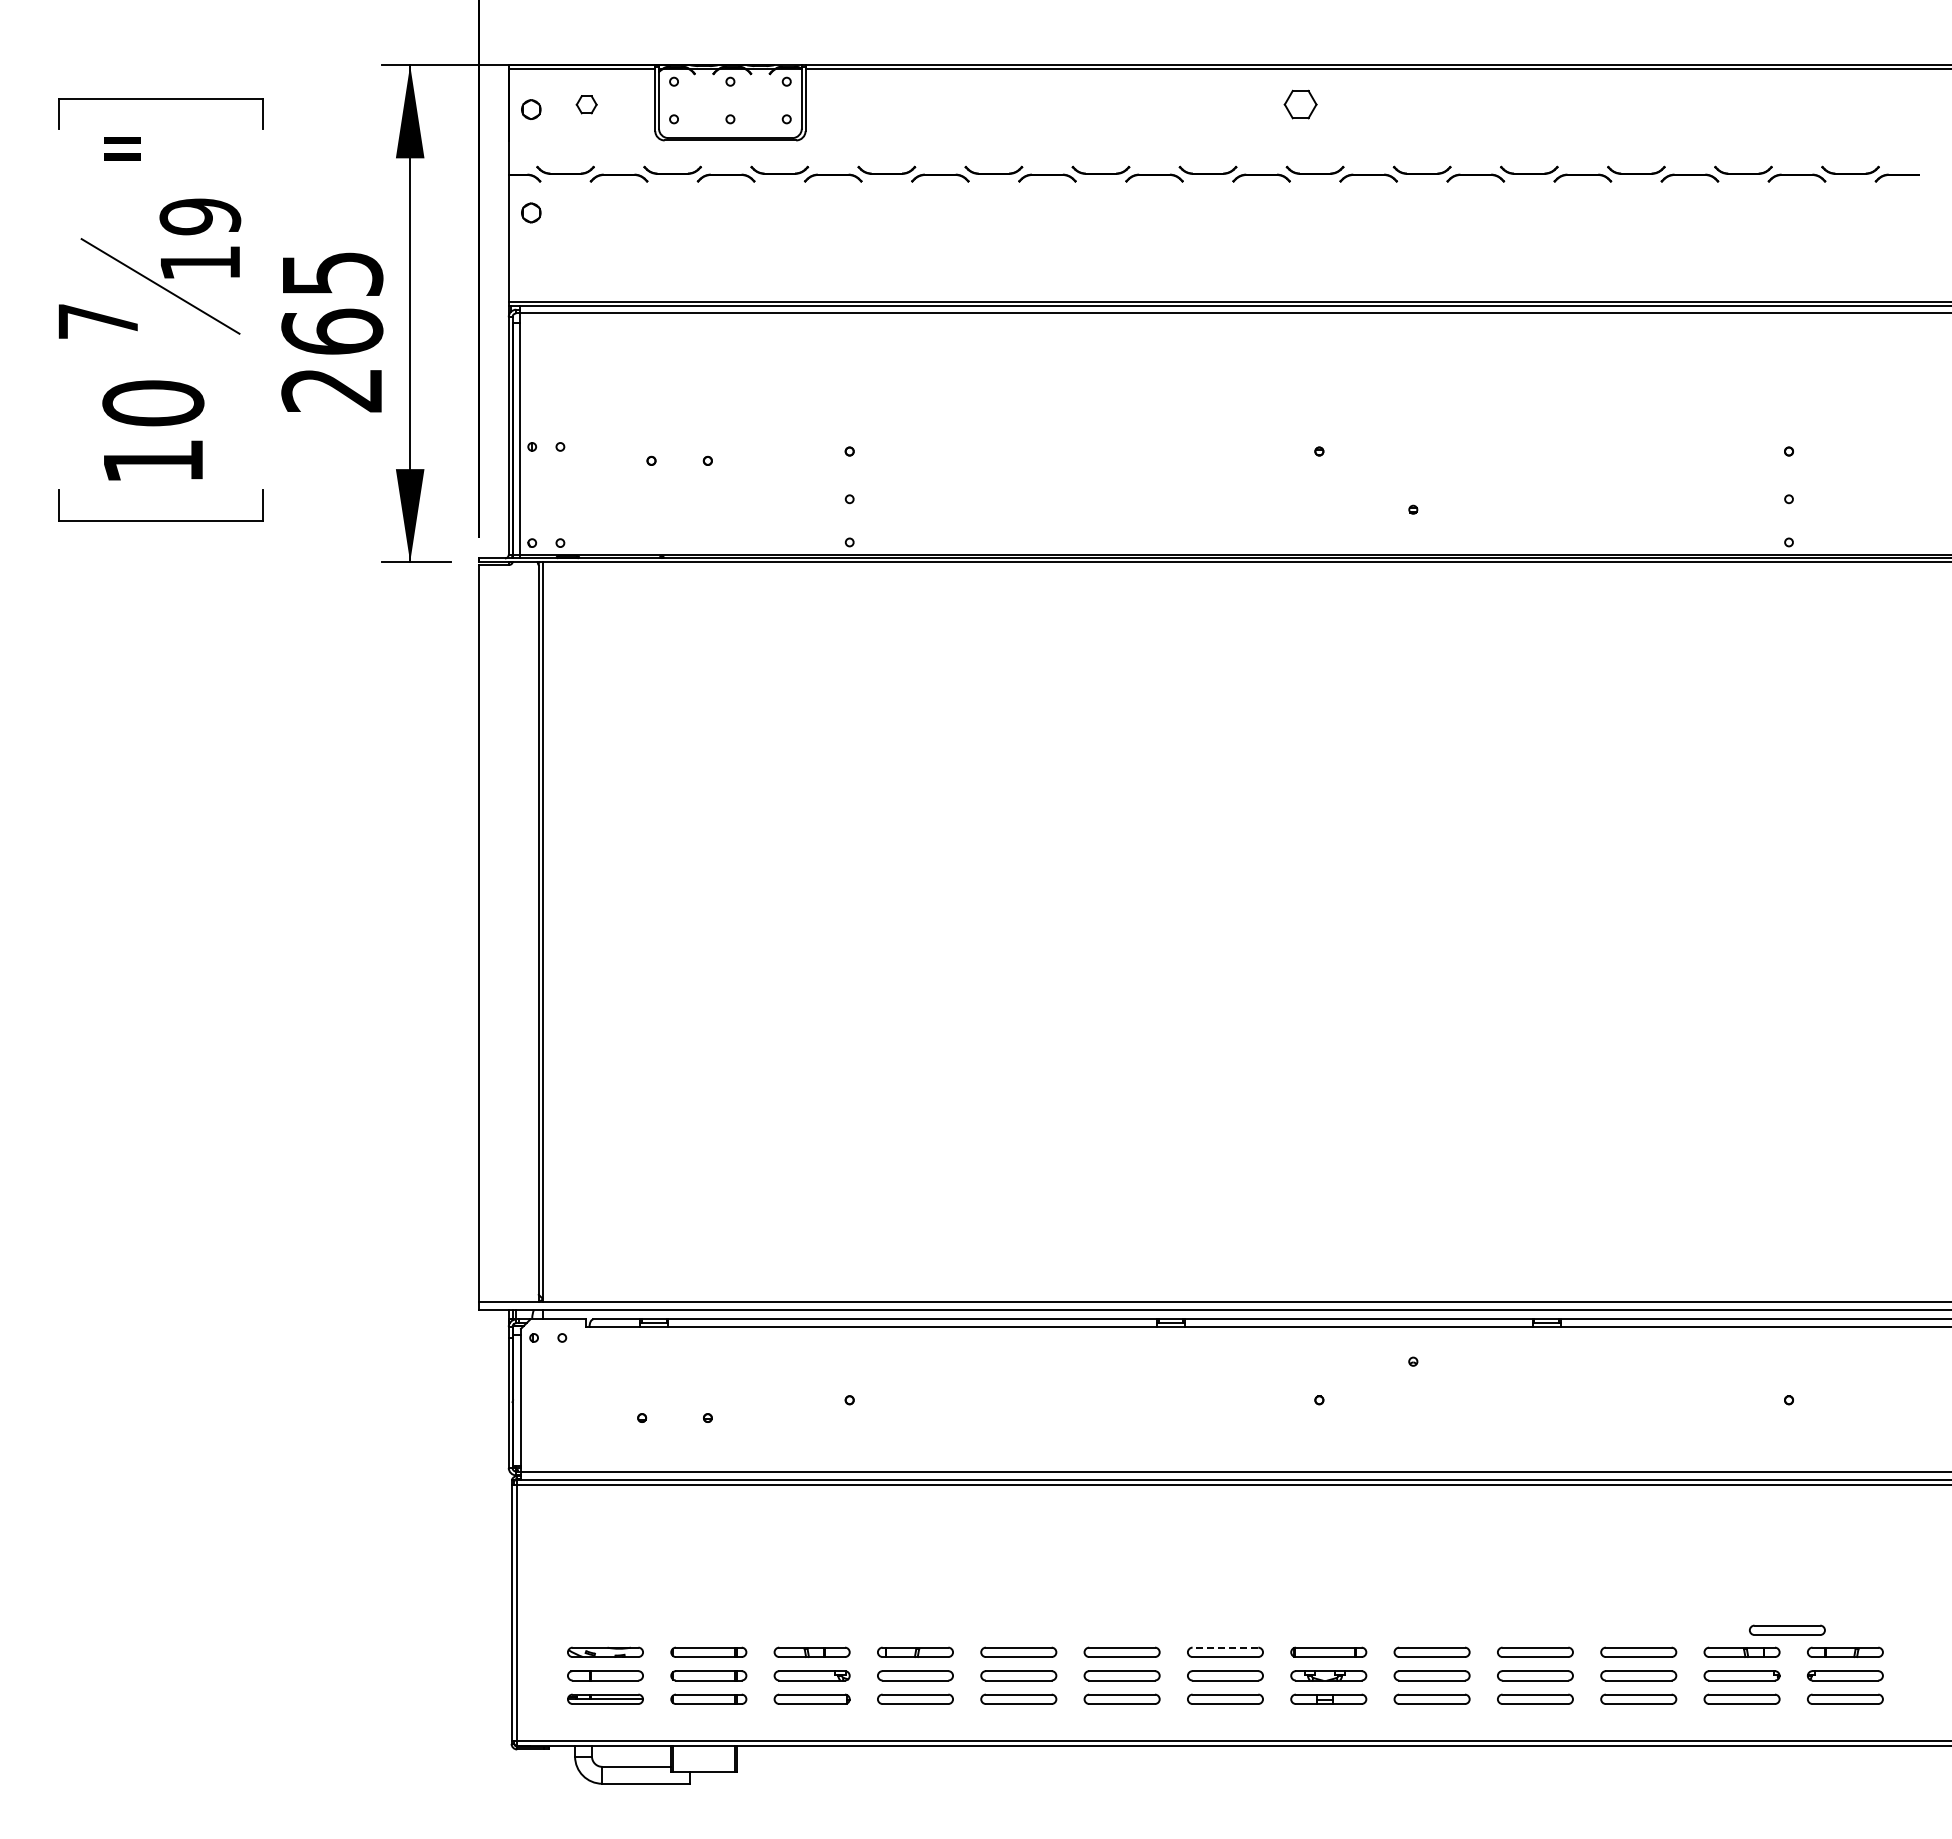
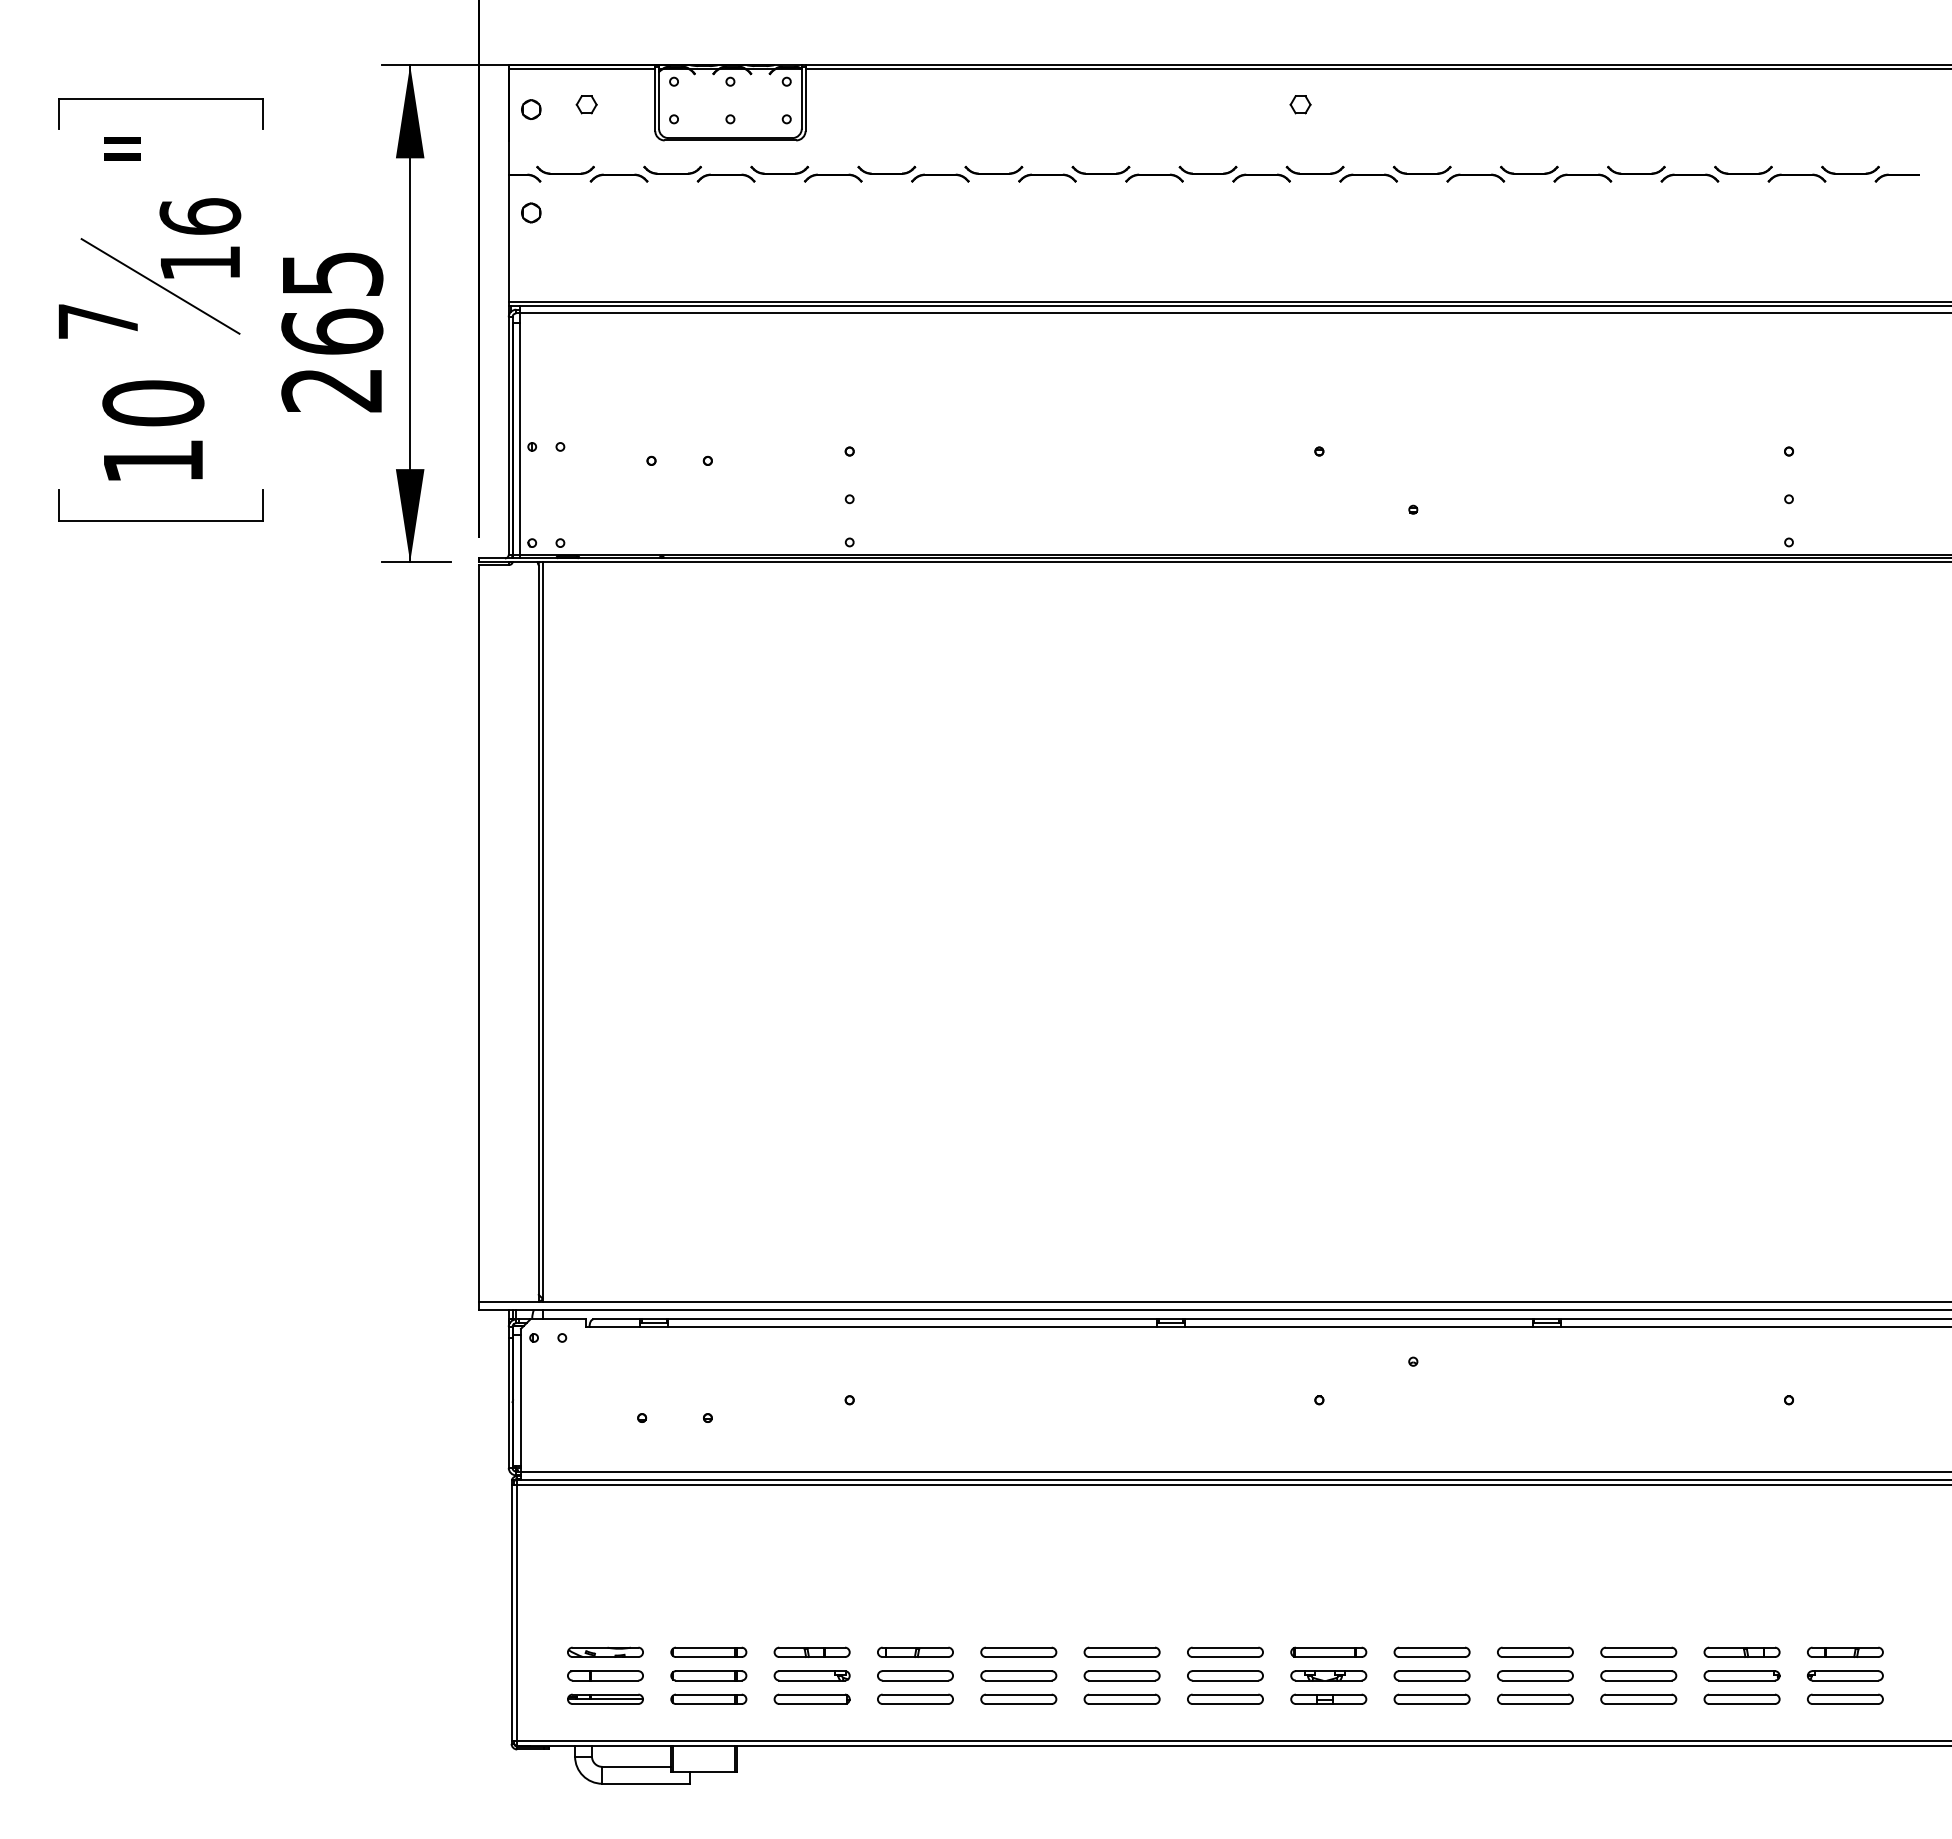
part at (1300, 104) size: 35x31 px -> 23x20 px
text at (200, 216): 19 -> 16
part at (1787, 1629): present -> none
line at (1225, 1647): dashed -> solid
